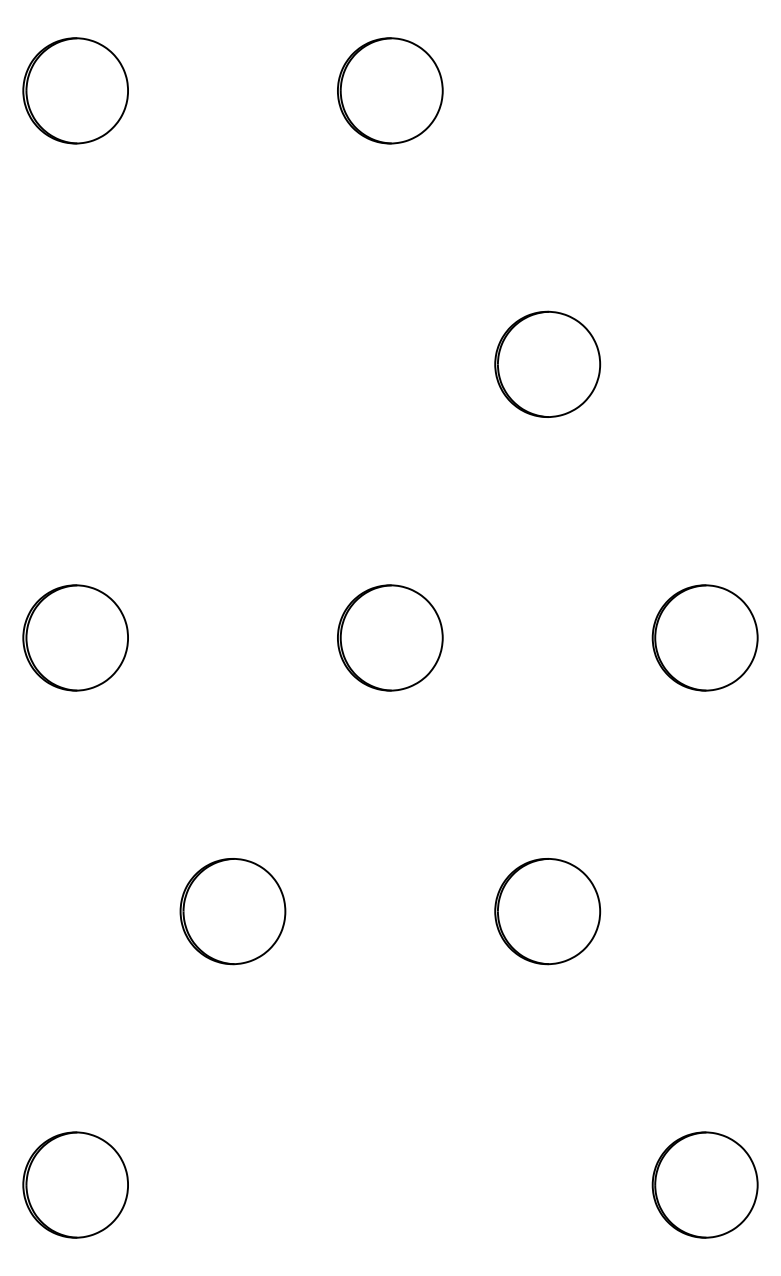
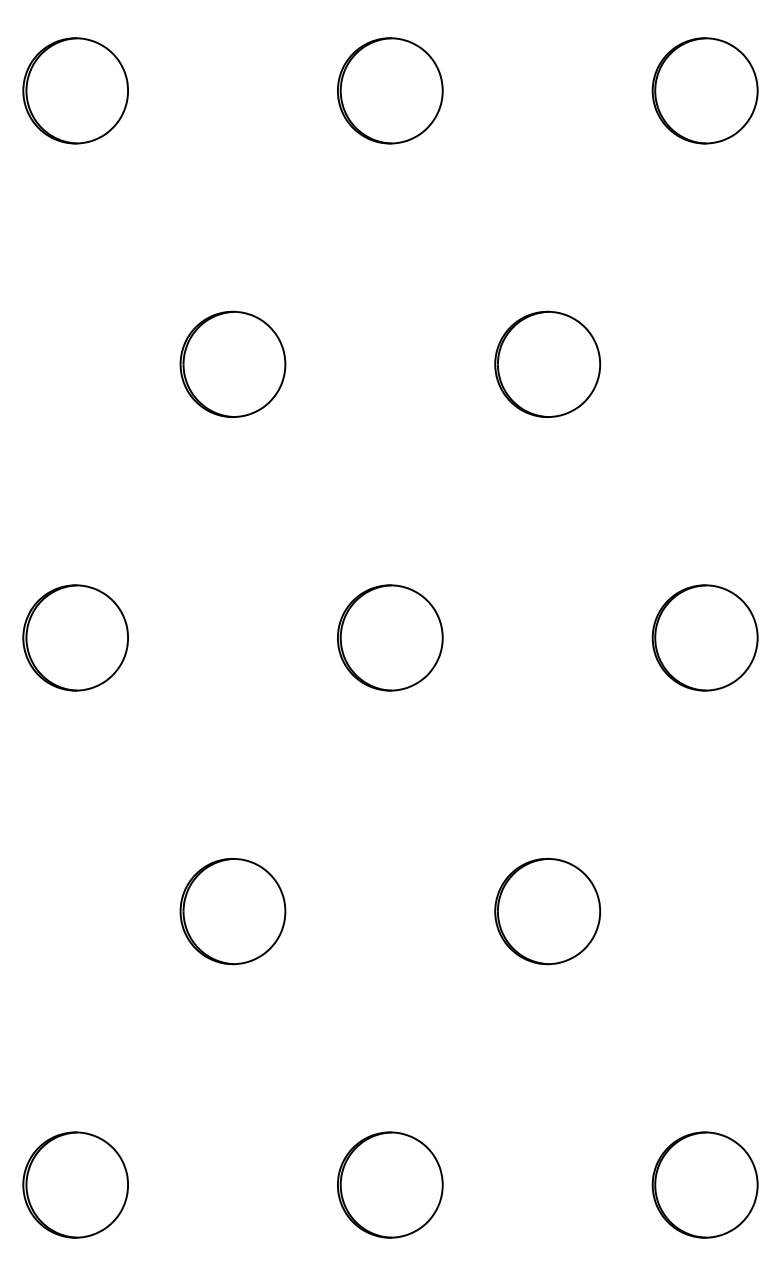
part at (704, 90): none -> present
part at (232, 363): none -> present
part at (390, 1184): none -> present
